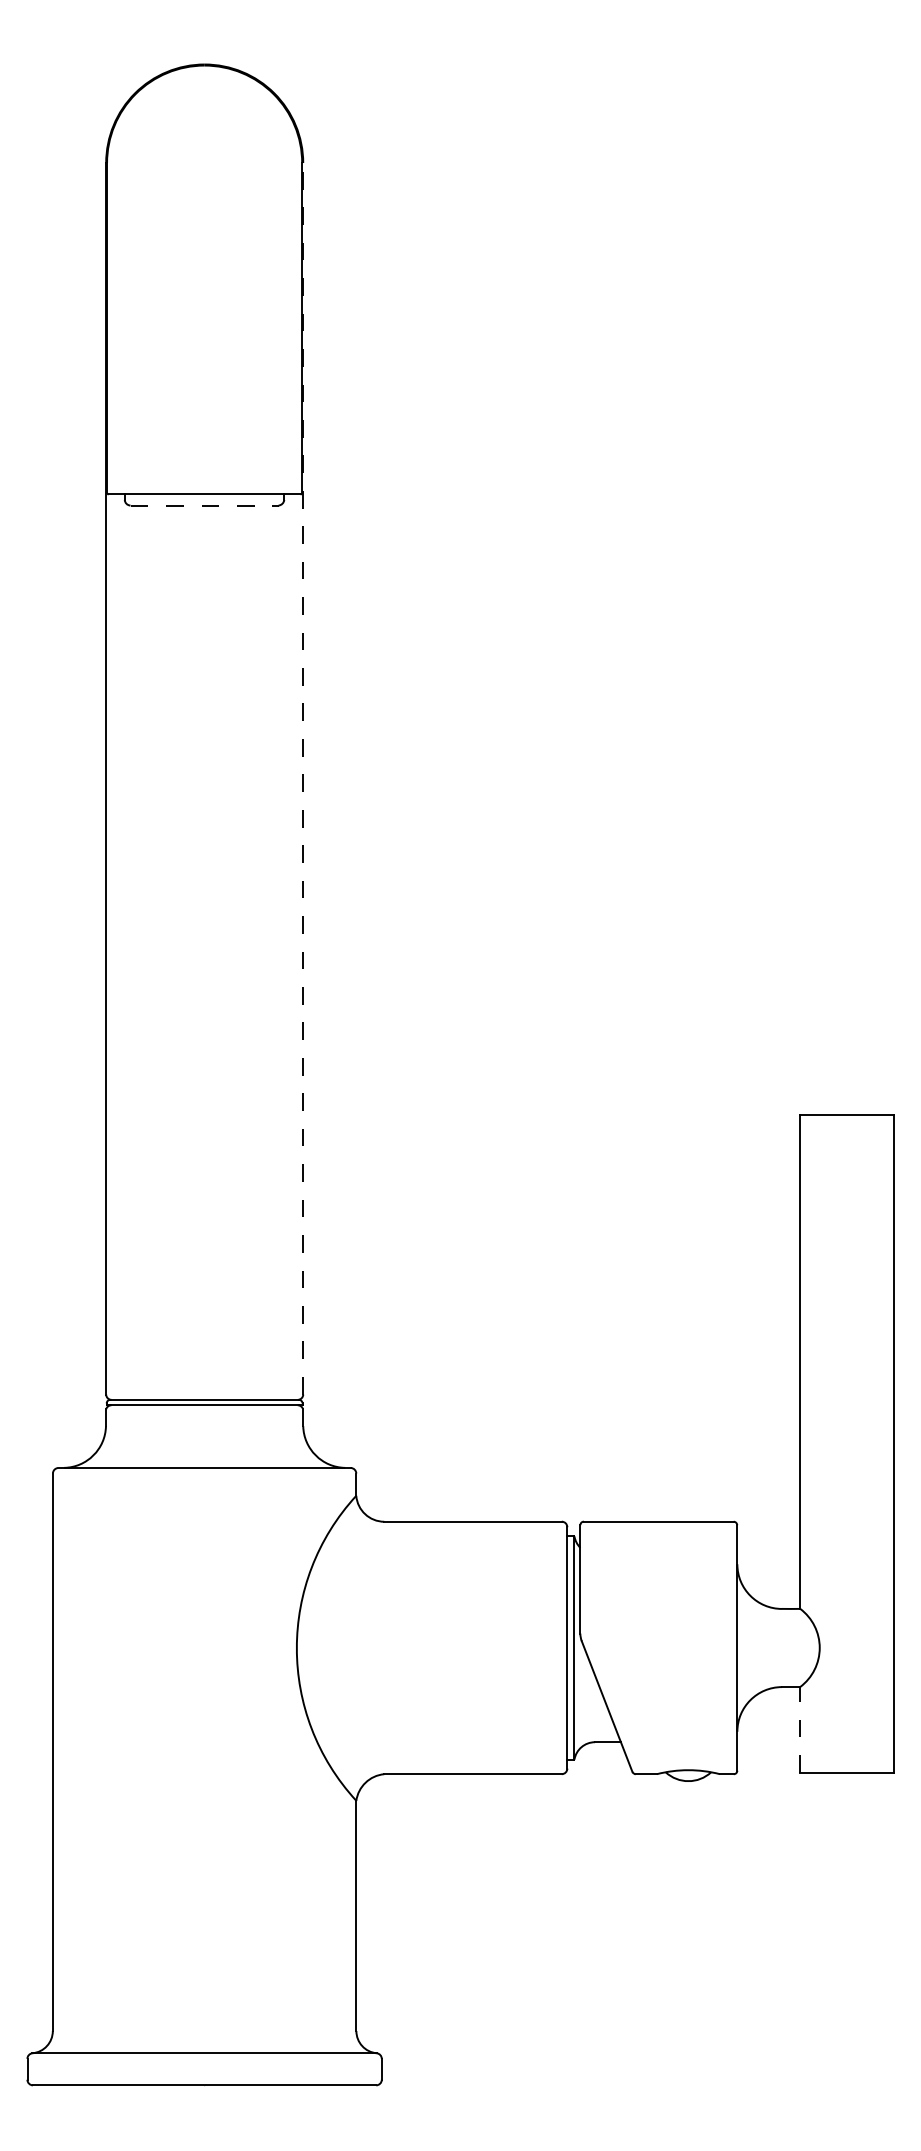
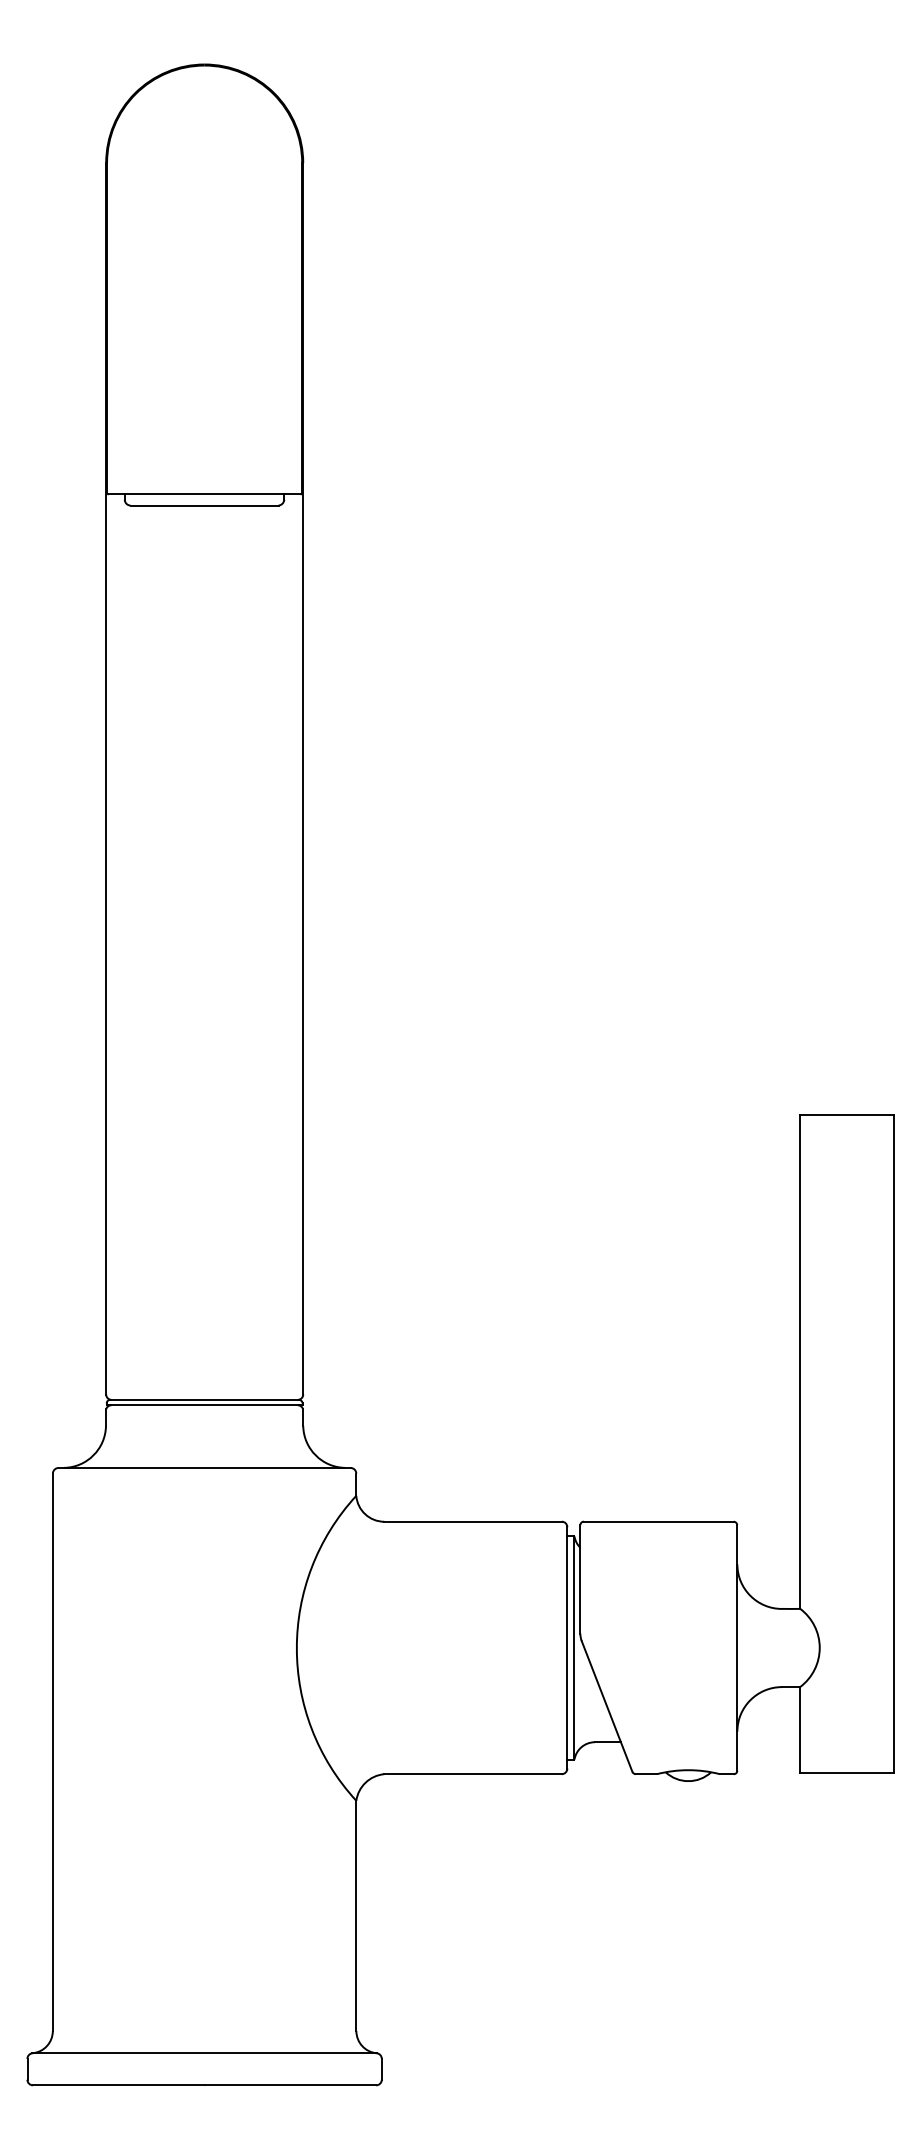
line at (205, 505): dashed -> solid
line at (303, 778): dashed -> solid
line at (800, 1729): dashed -> solid
